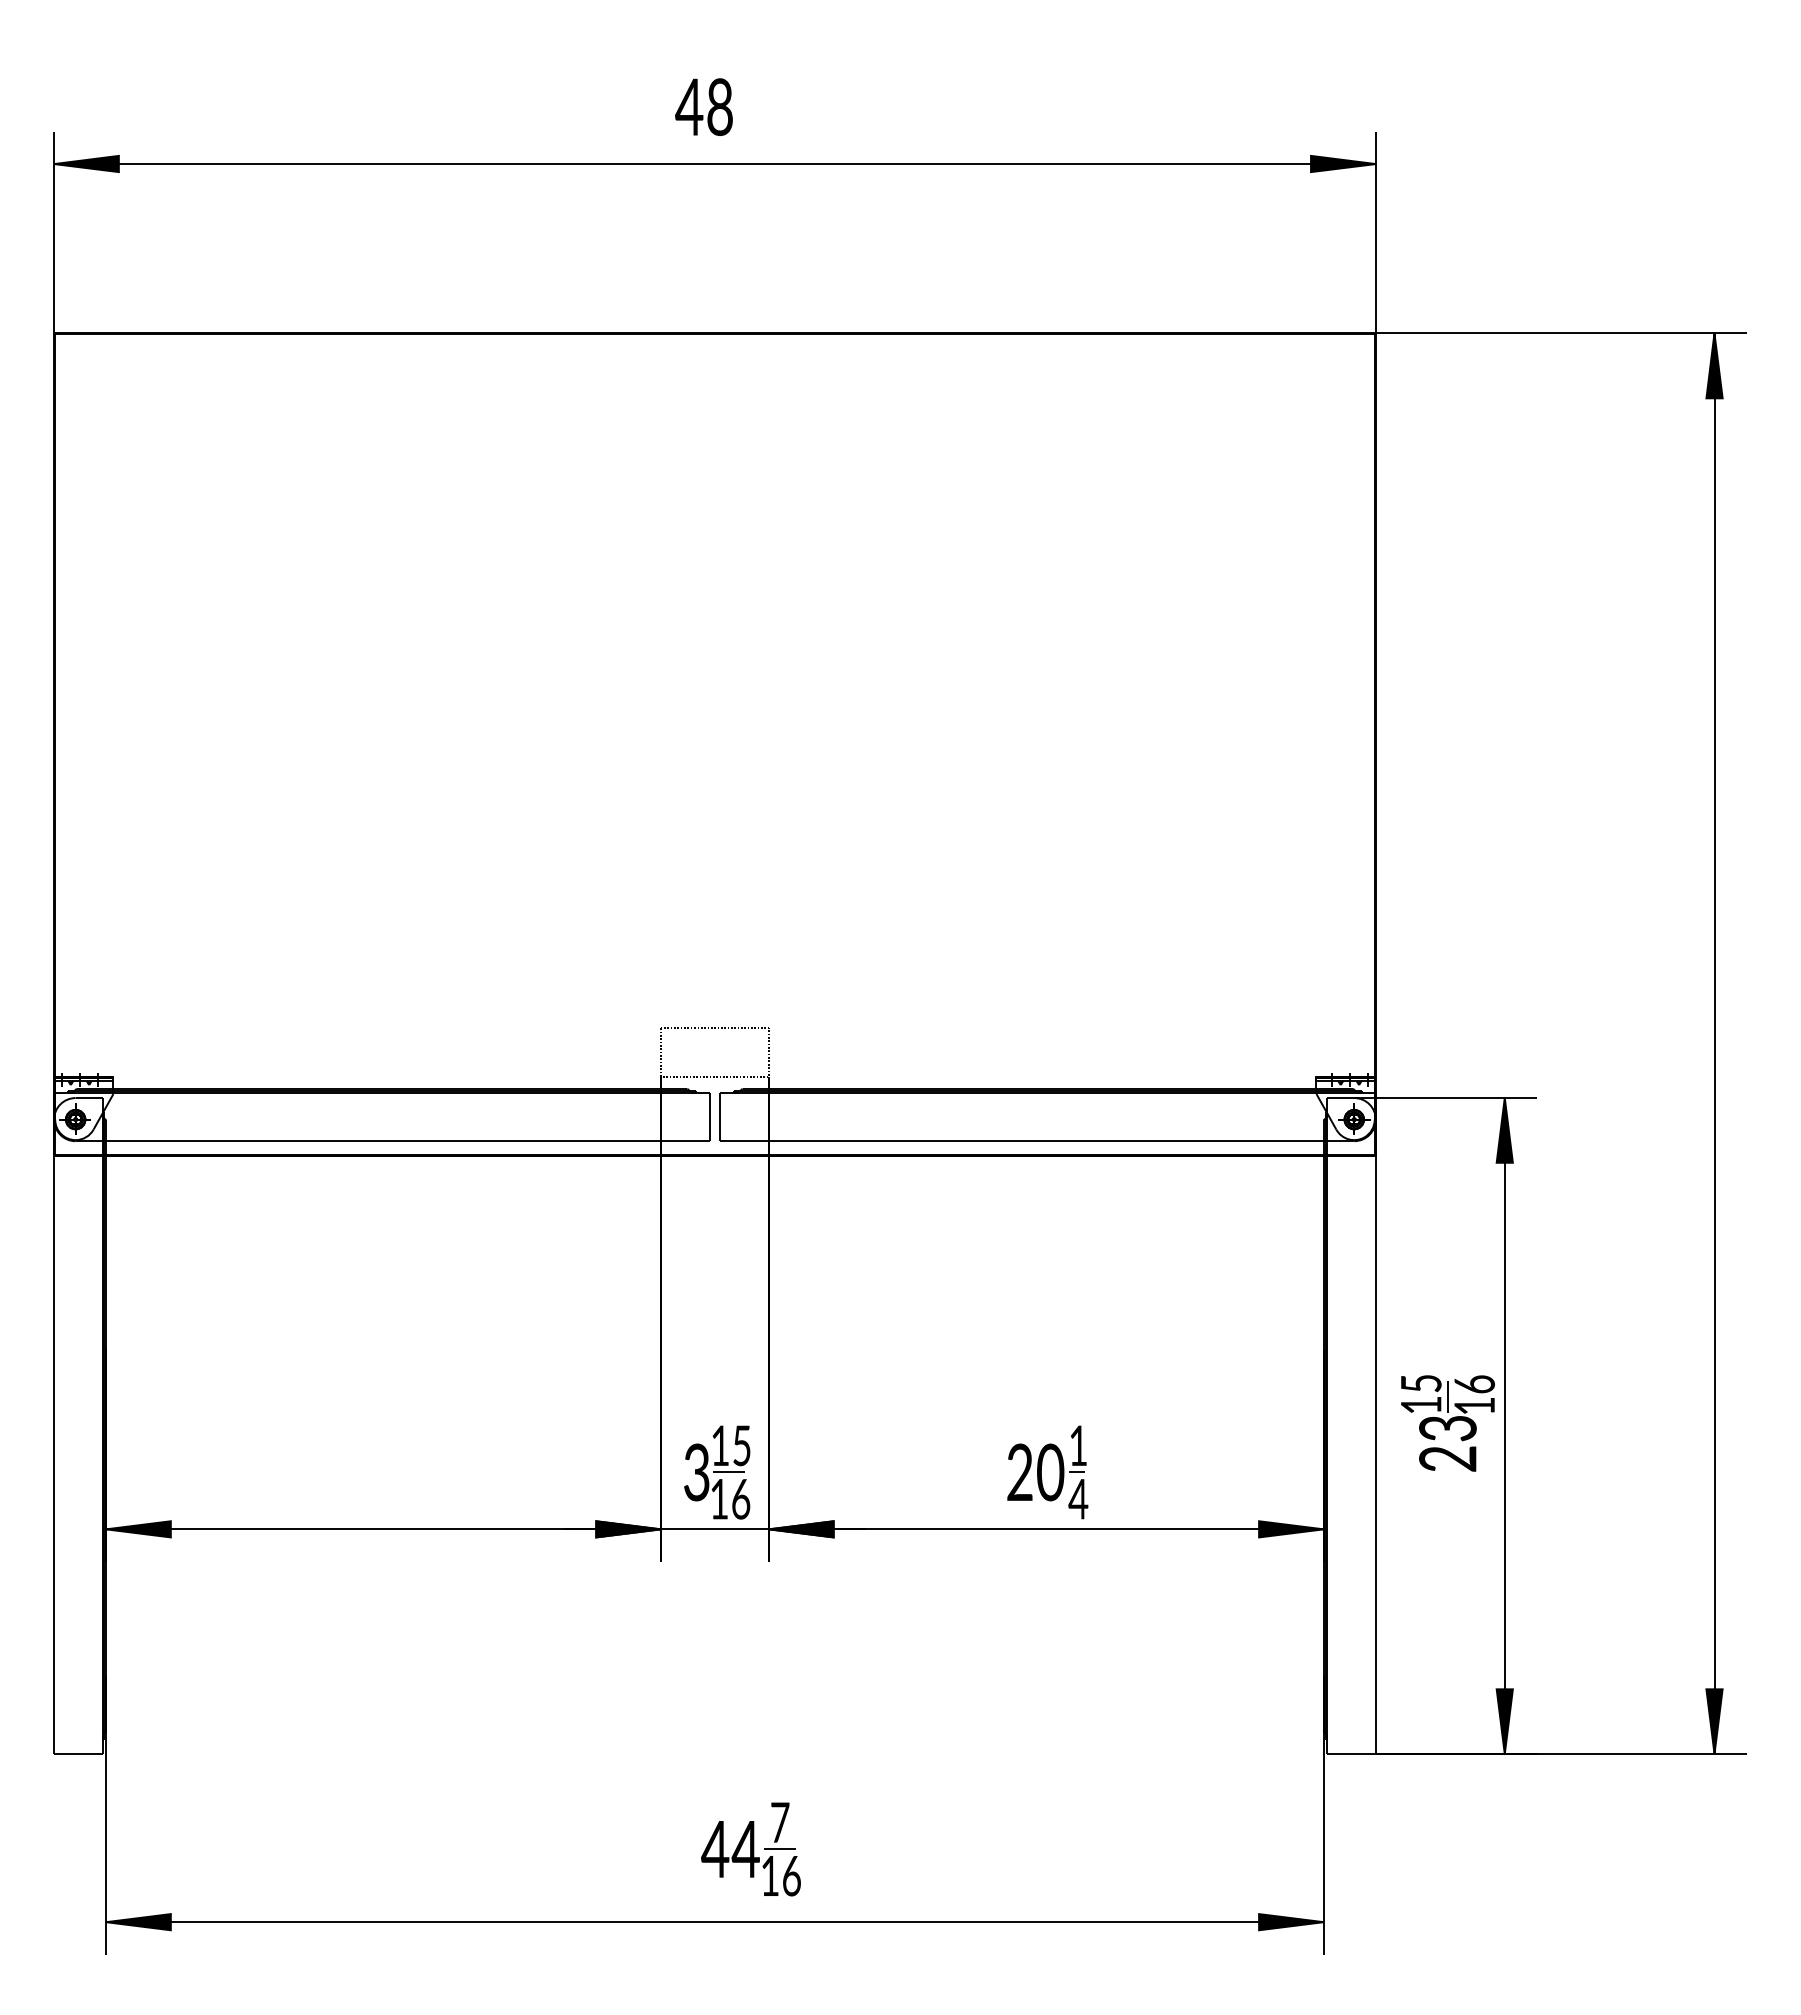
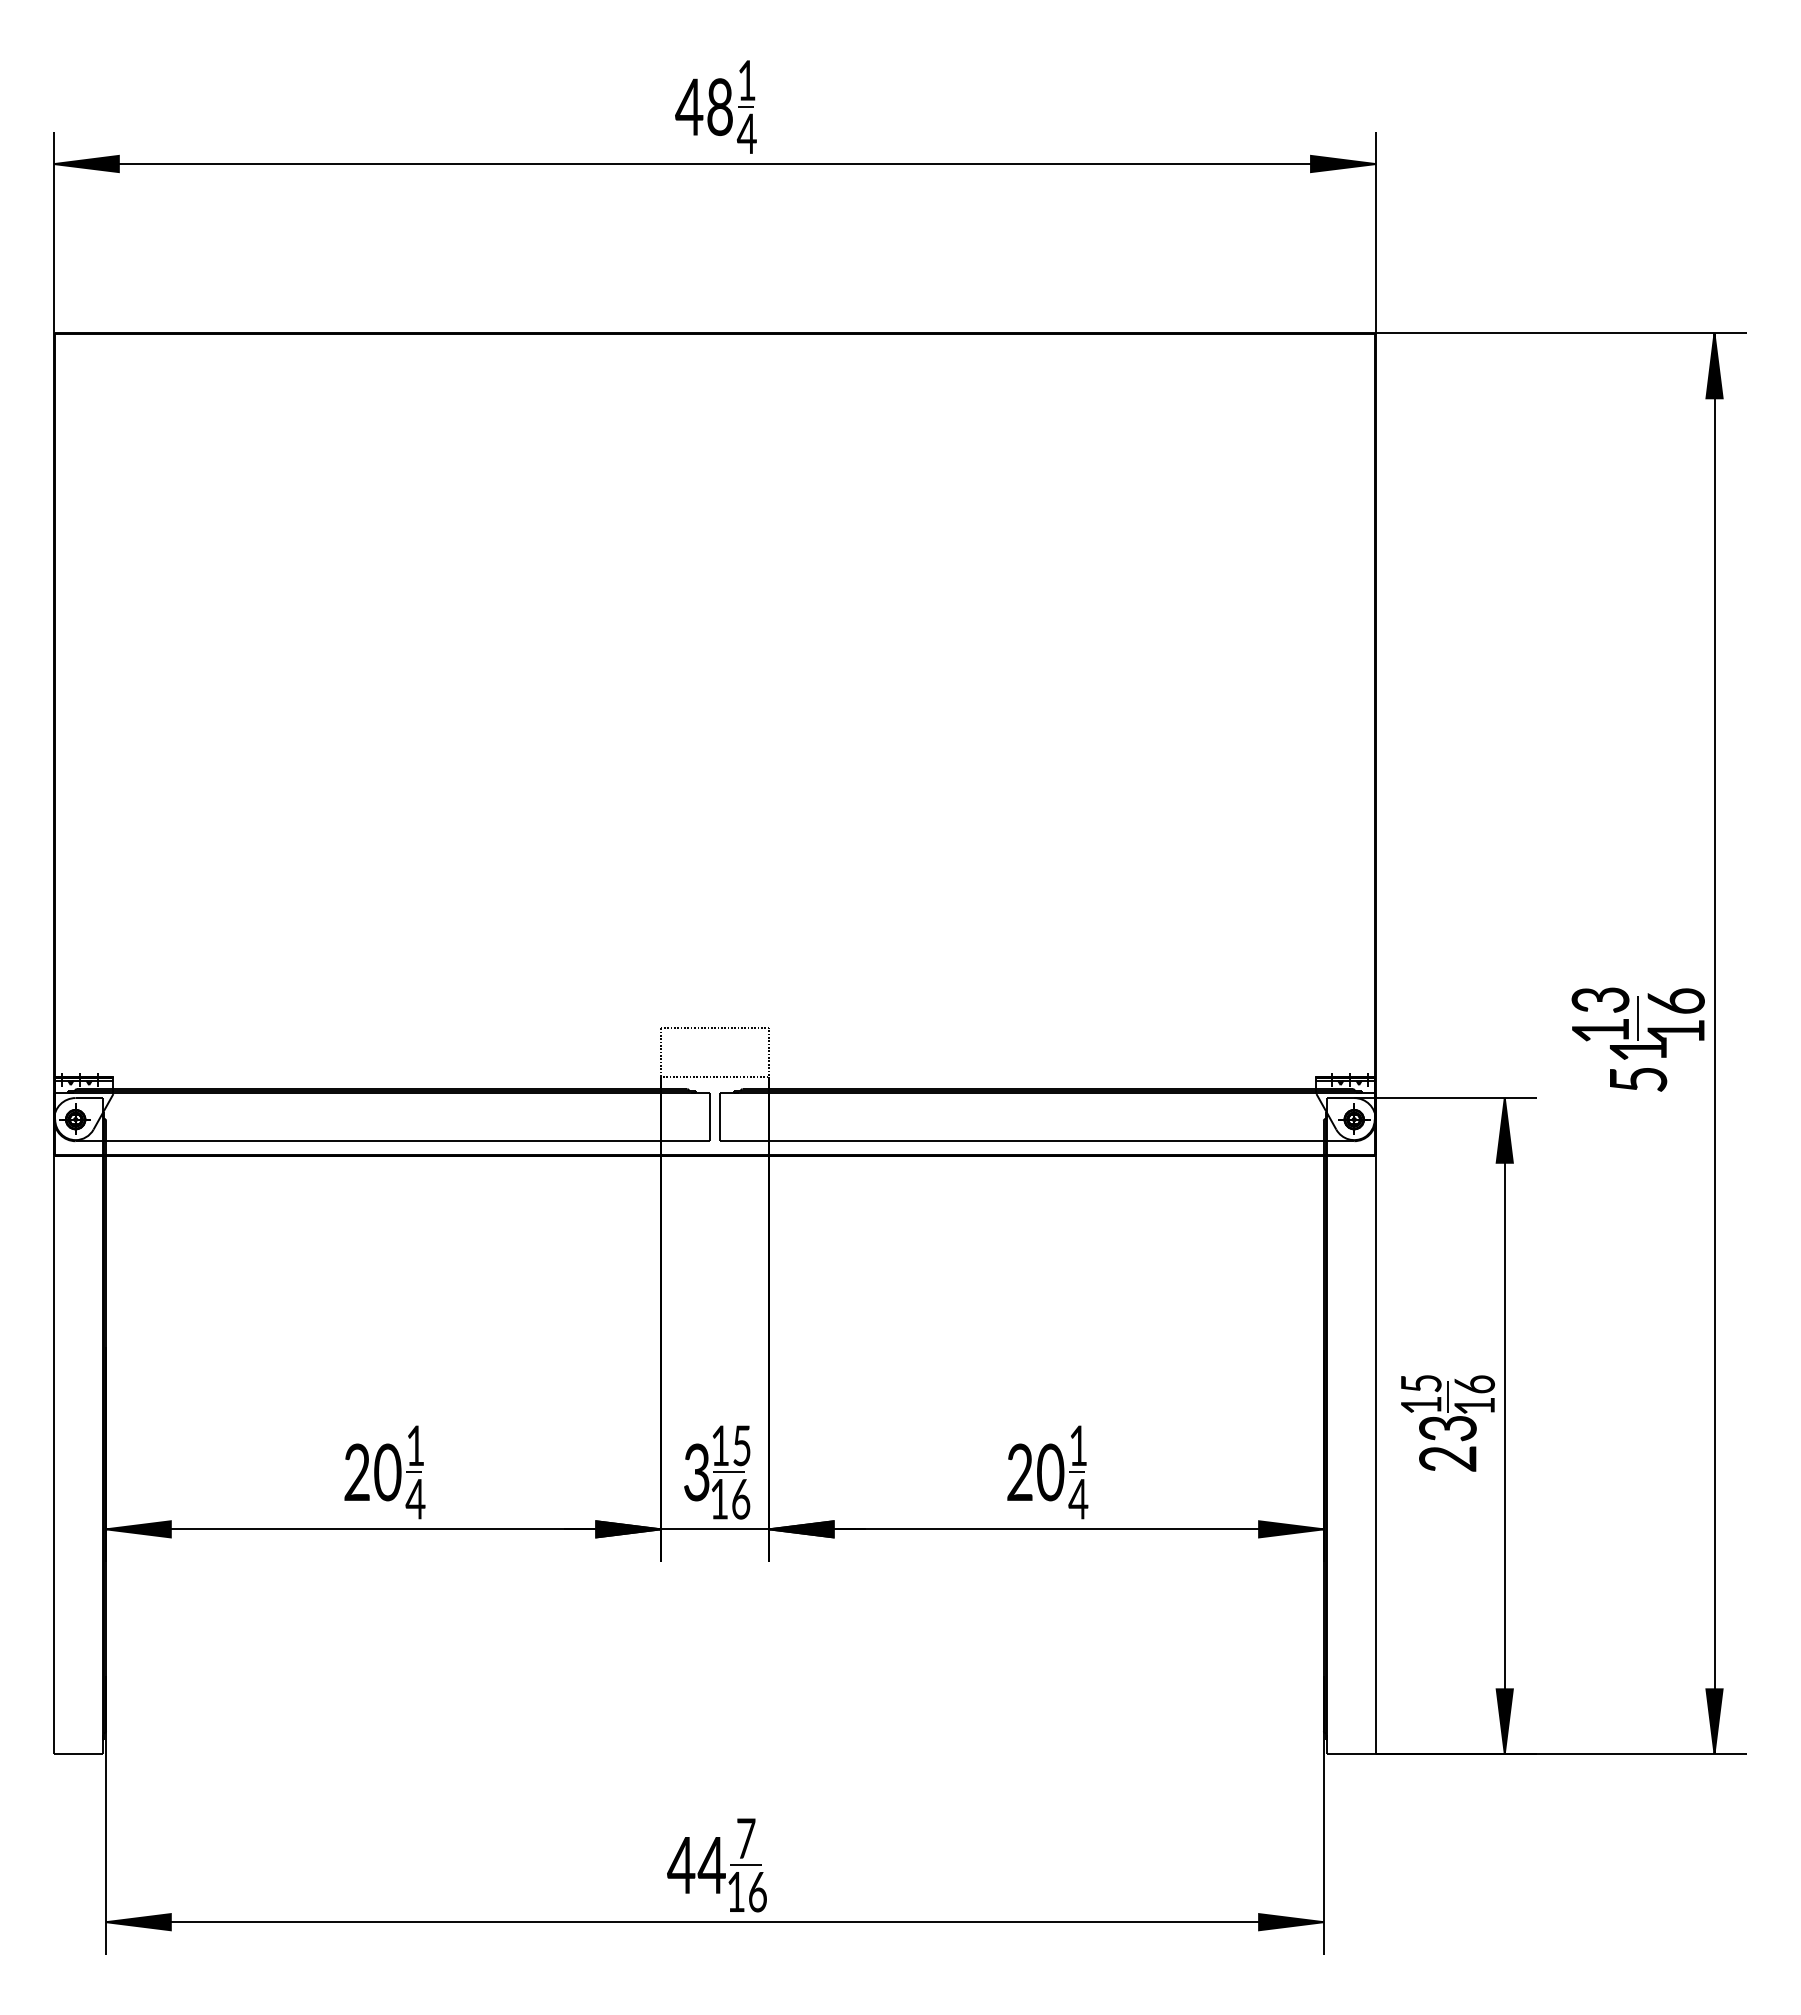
part at (746, 106): none -> present
part at (1637, 1039): none -> present
part at (384, 1472): none -> present
part at (750, 1849) position: (750, 1849) -> (716, 1865)
